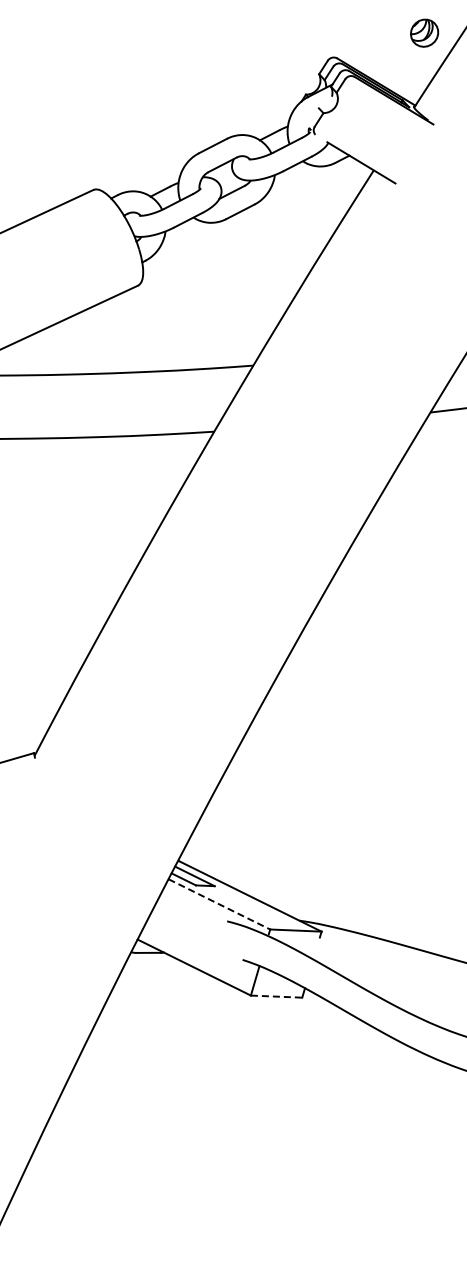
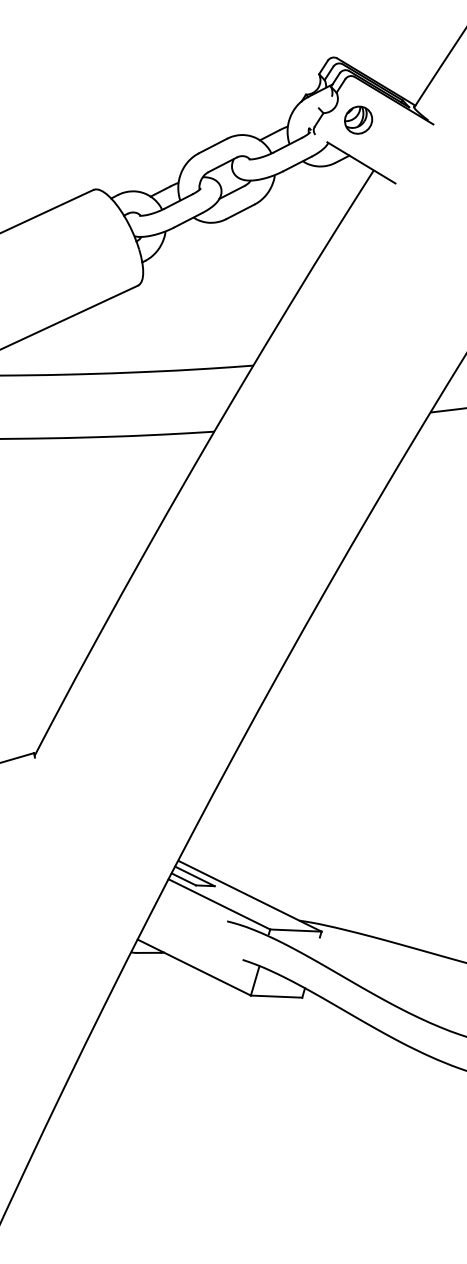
part at (424, 32) position: (424, 32) -> (358, 119)
line at (219, 904): dashed -> solid
line at (276, 996): dashed -> solid
